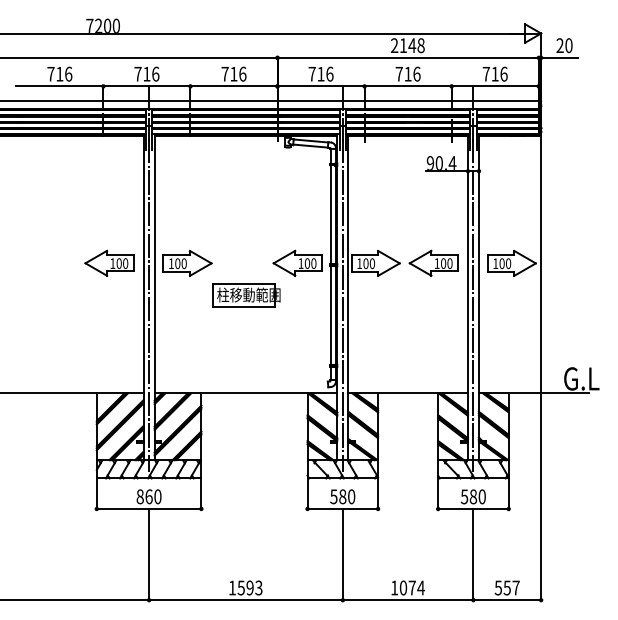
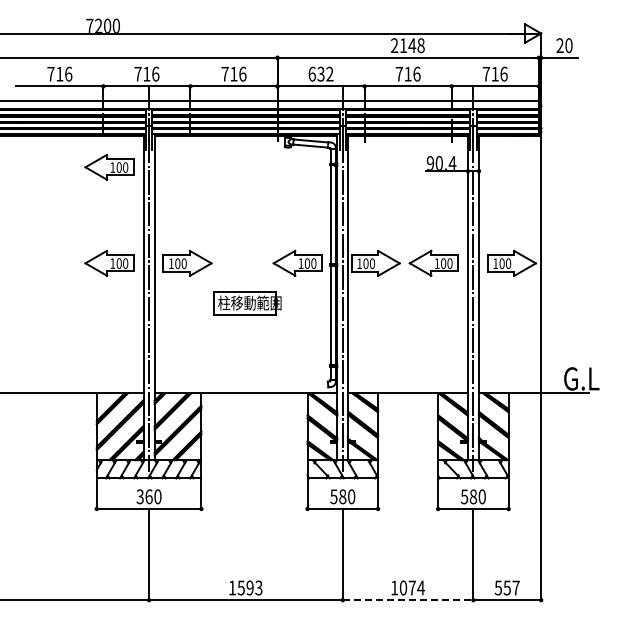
text at (320, 73): 716 -> 632
part at (109, 166): none -> present
part at (246, 295) position: (246, 295) -> (247, 303)
text at (139, 496): 860 -> 360
line at (408, 600): solid -> dashed
